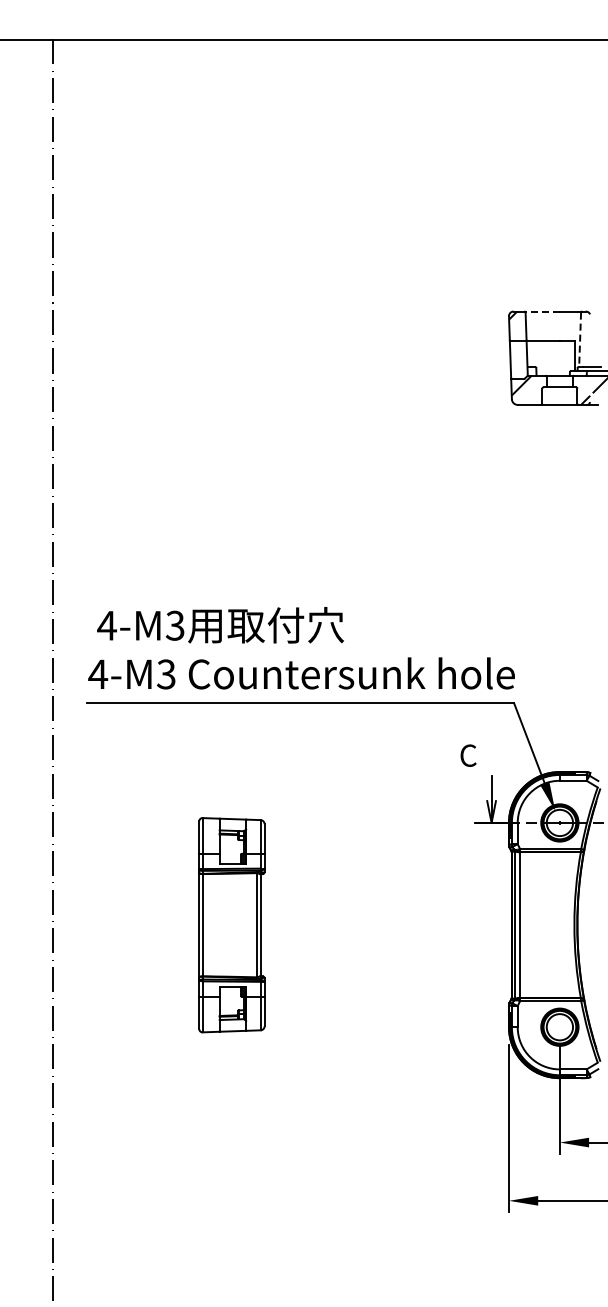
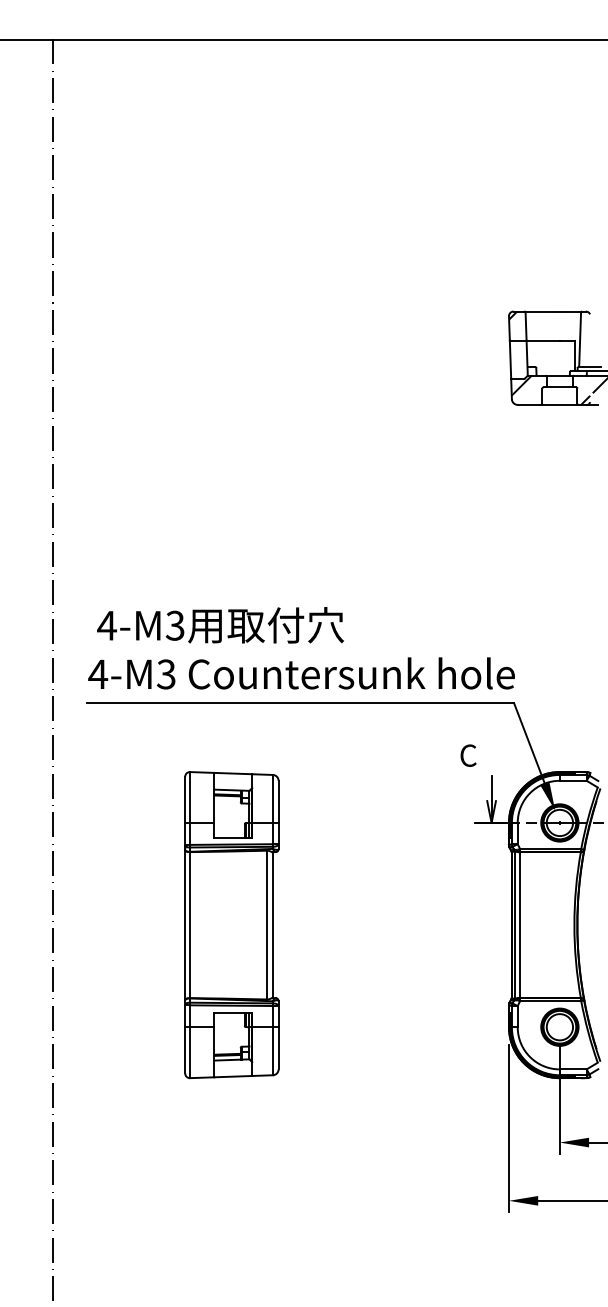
line at (542, 311): dashed -> solid
line at (580, 340): dashed -> solid
part at (231, 925) size: 68x217 px -> 96x309 px
